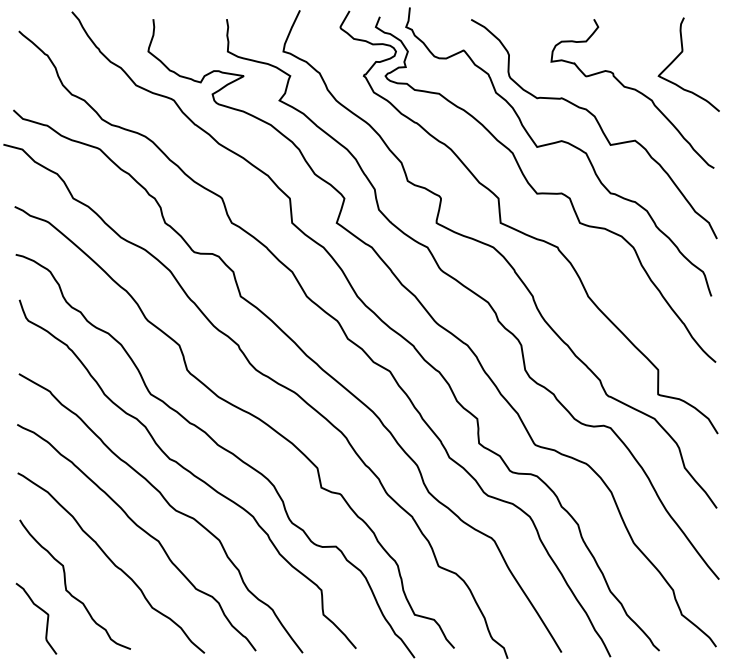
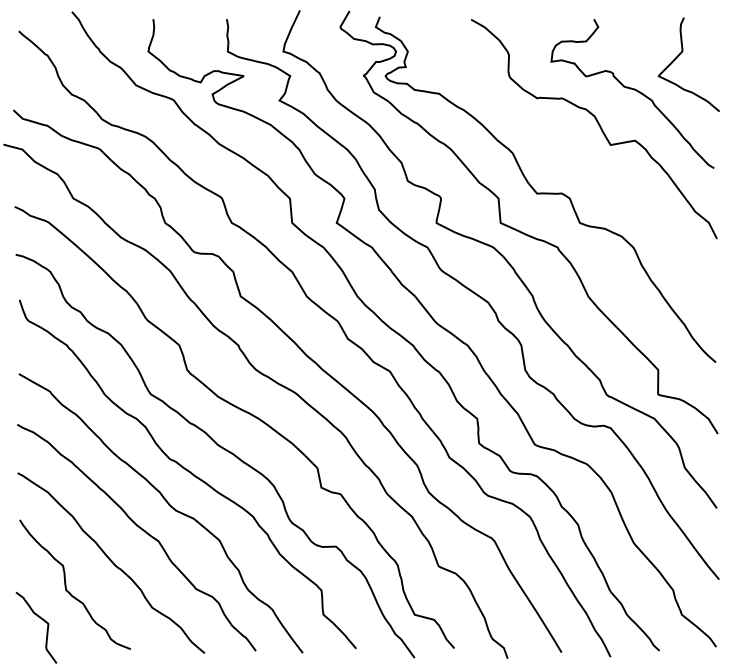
curve at (557, 143): present -> none
curve at (42, 611) position: (42, 611) -> (42, 620)
